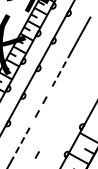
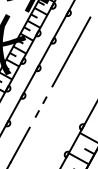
line at (61, 69): dashed -> solid
line at (20, 144): dashed -> solid
line at (36, 154): present -> none
